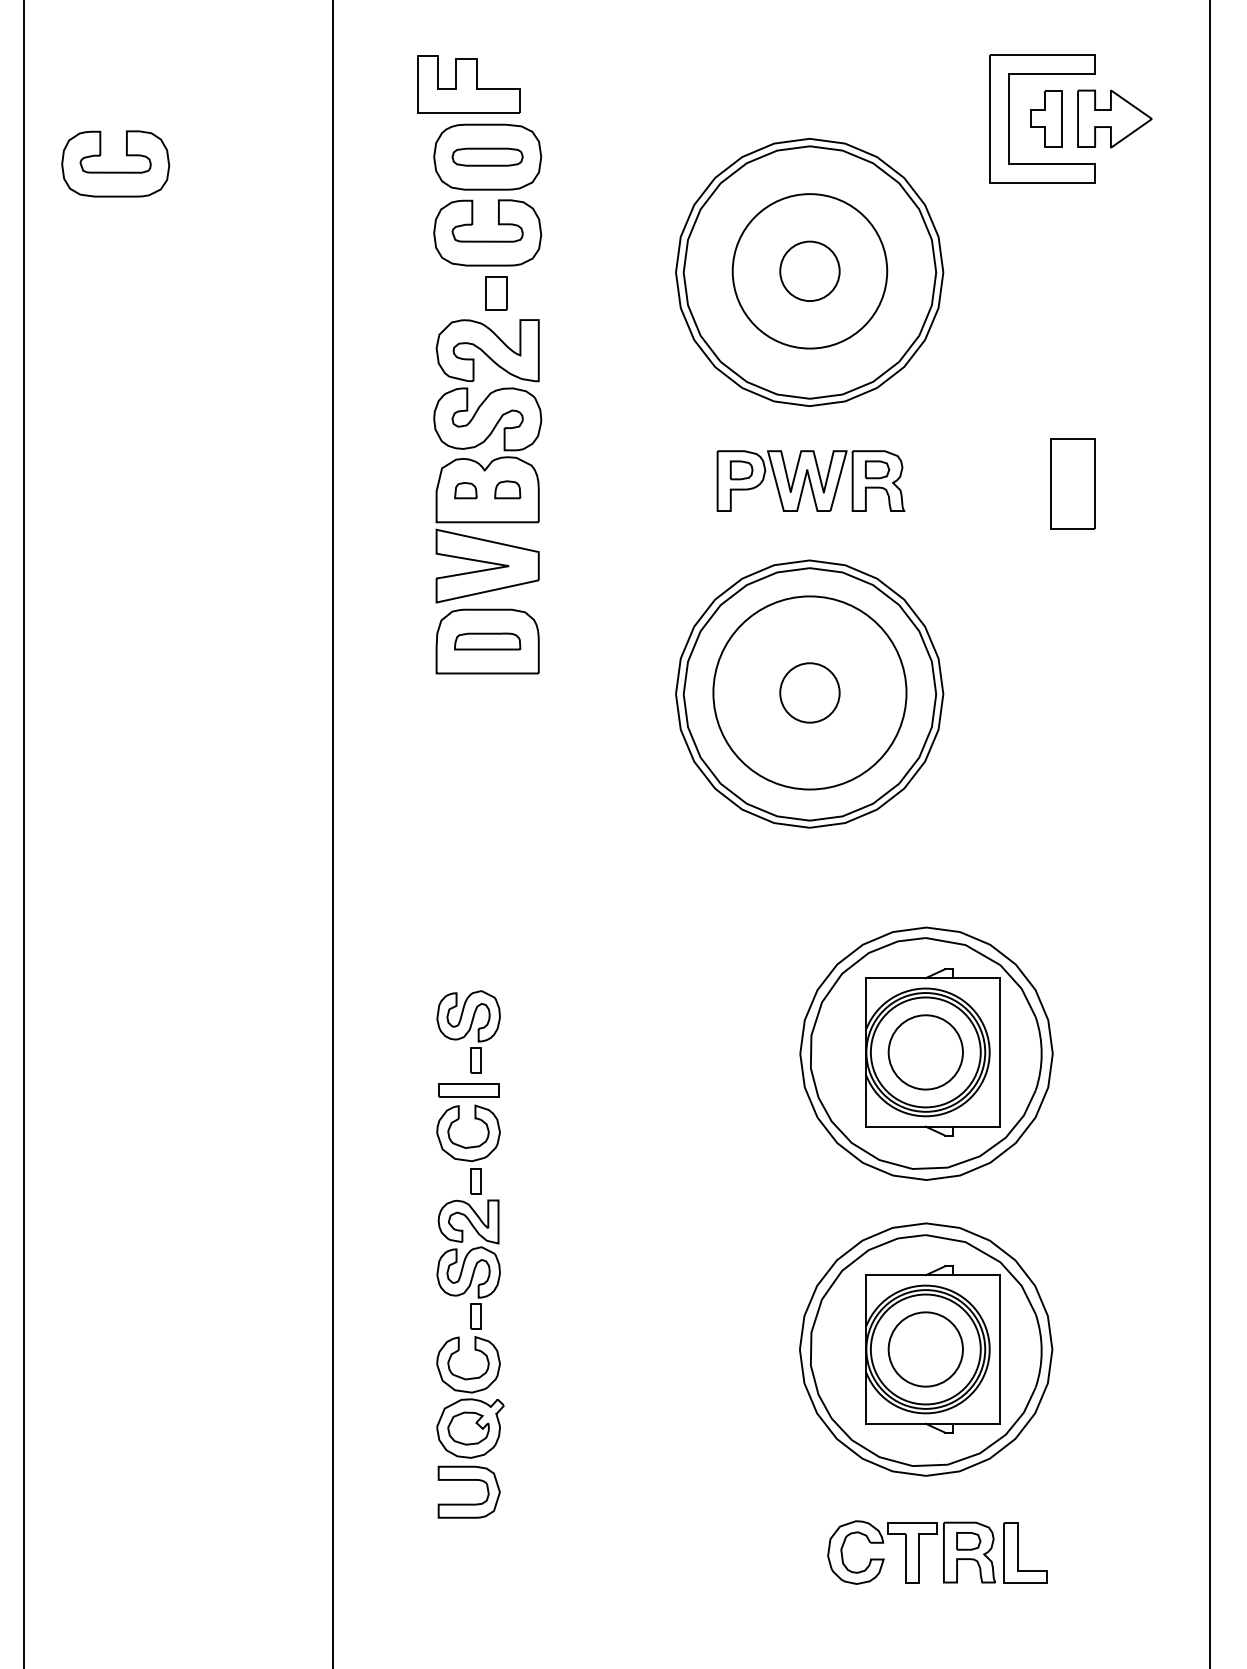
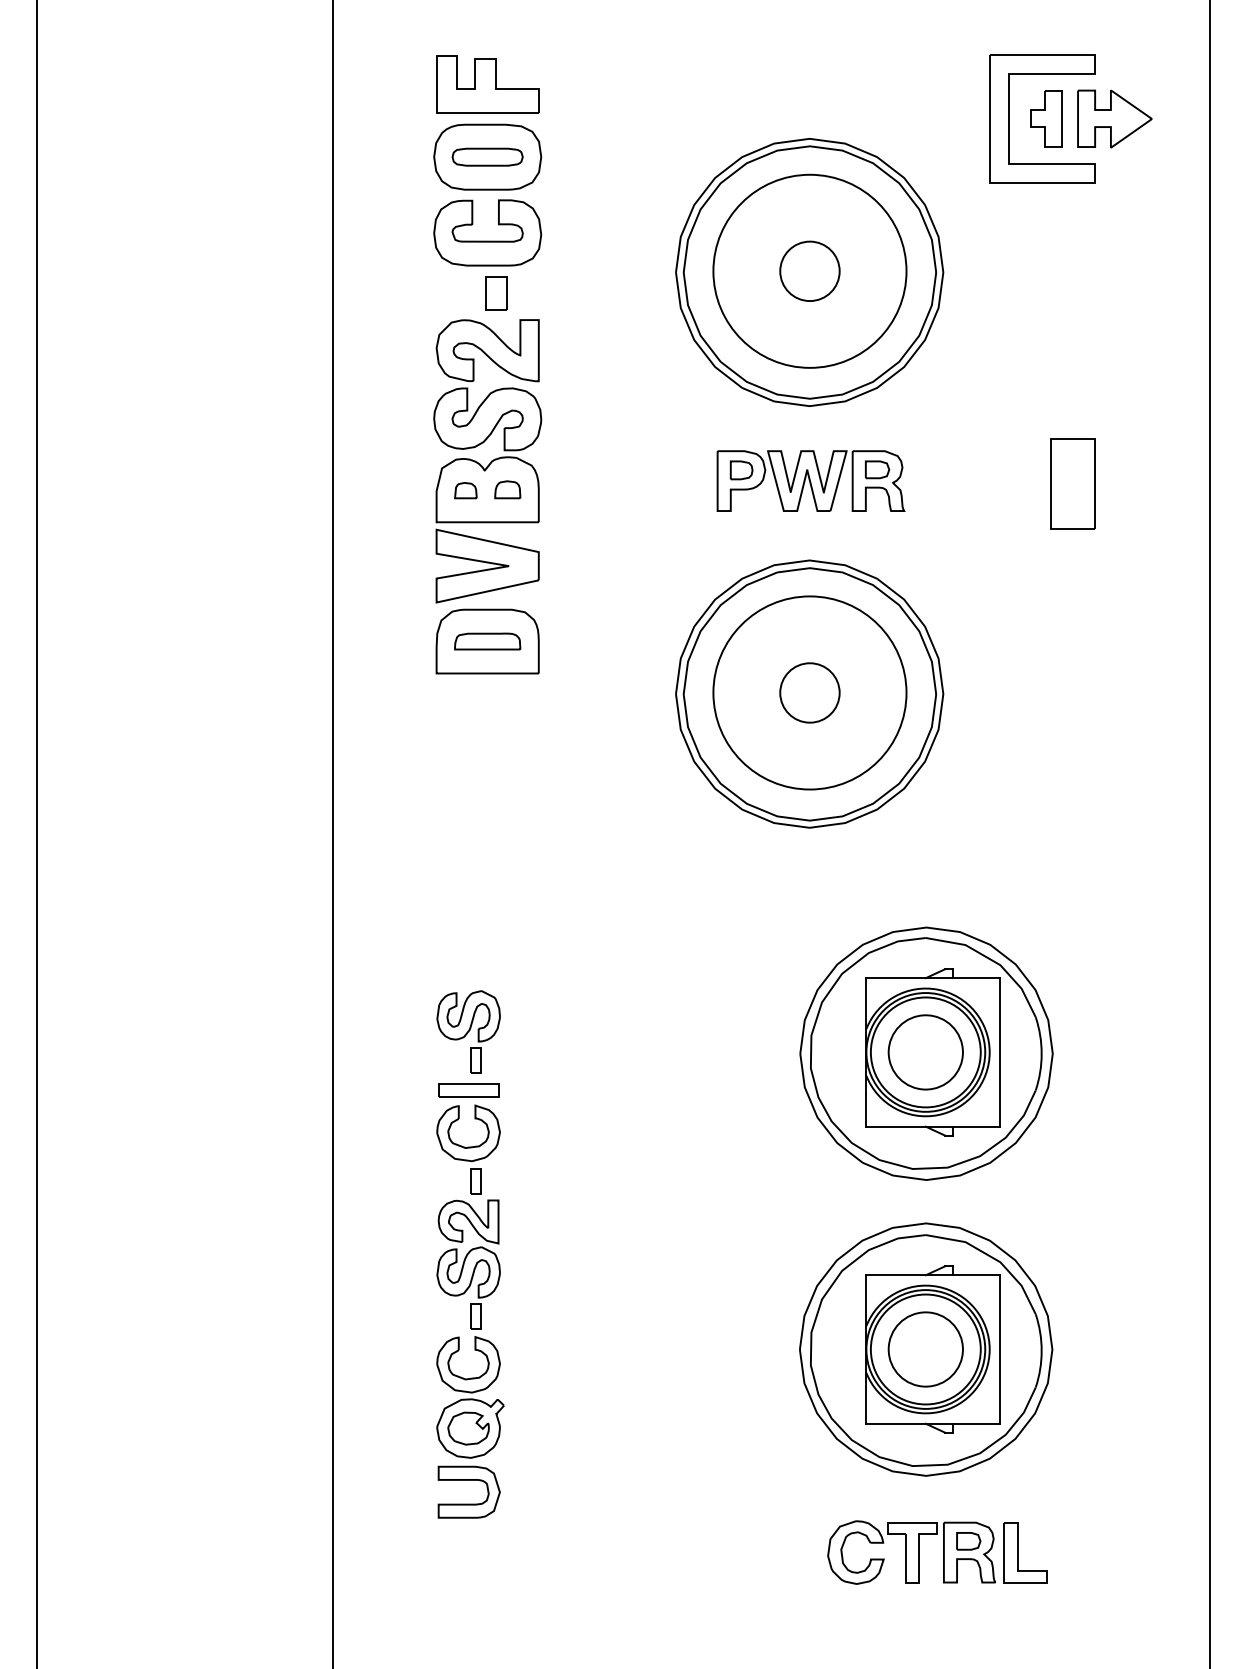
part at (468, 84) position: (468, 84) -> (487, 84)
part at (115, 171): present -> none
circle at (809, 271) diameter: 154 px -> 193 px
line at (24, 833) position: (24, 833) -> (37, 833)
